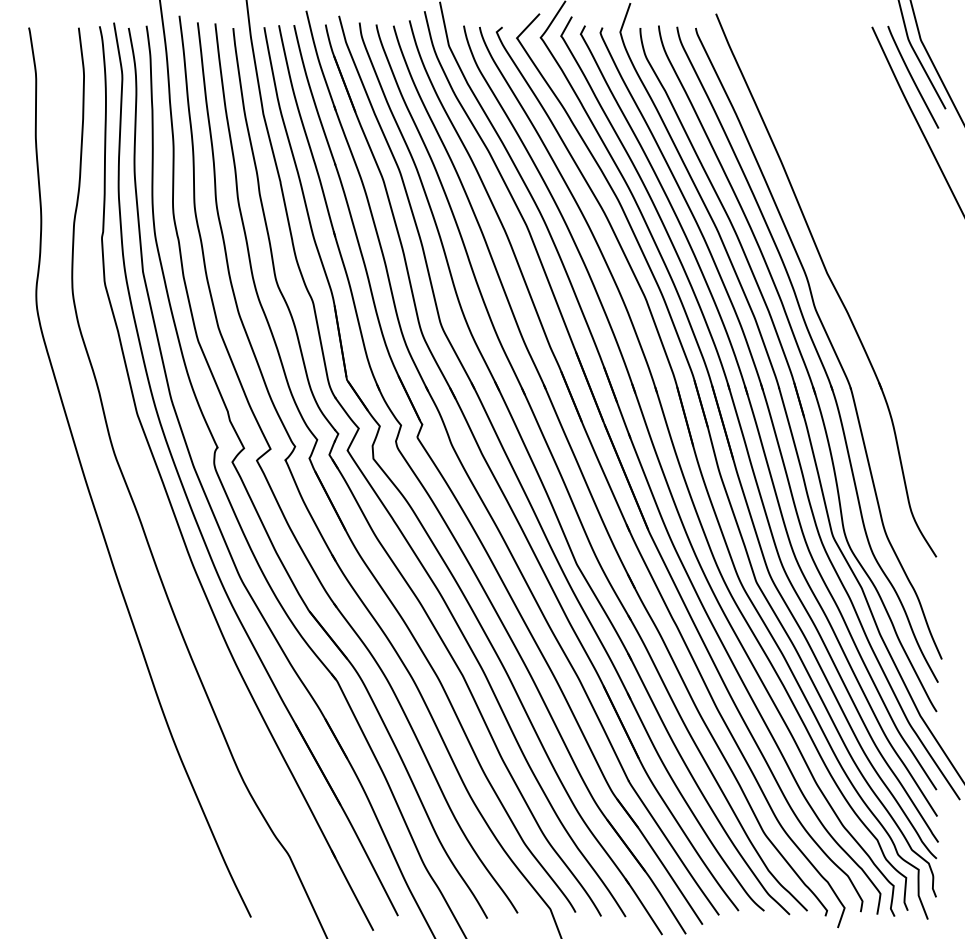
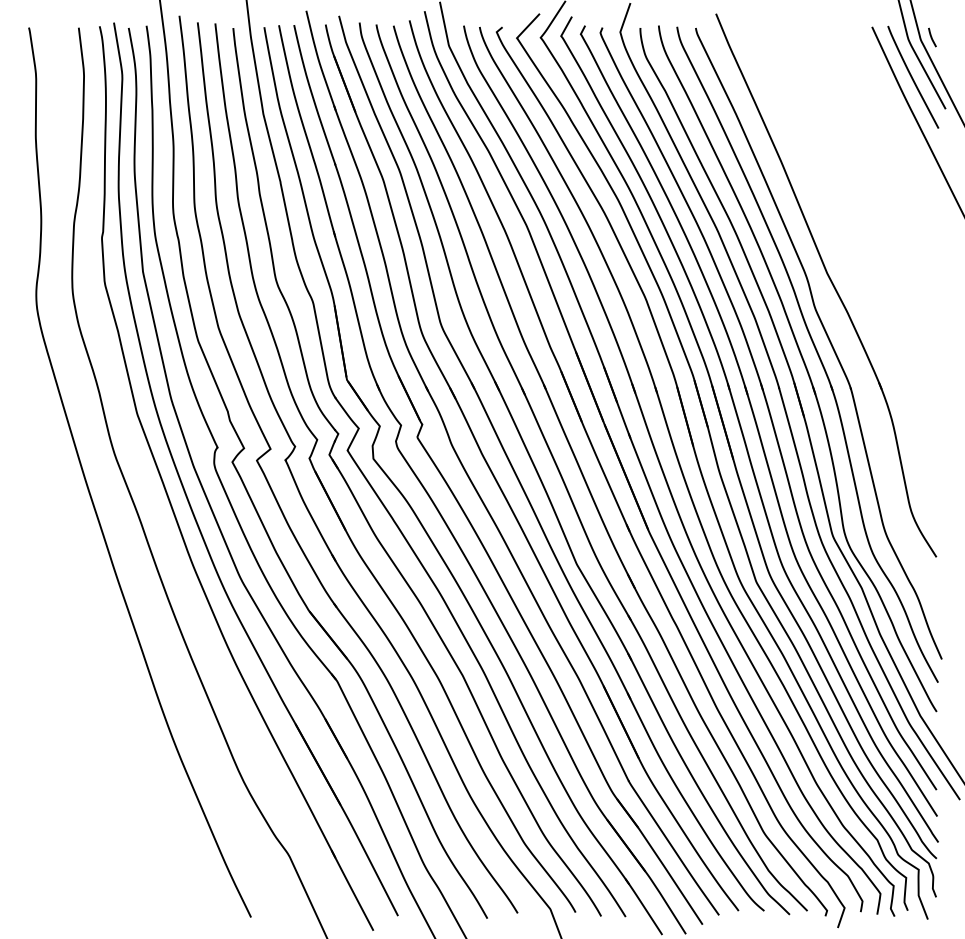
line at (932, 37): none -> present
